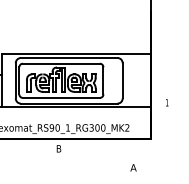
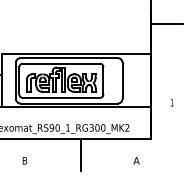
line at (166, 23): none -> present
text at (167, 102) position: (167, 102) -> (172, 102)
text at (58, 148) position: (58, 148) -> (24, 160)
line at (80, 155): none -> present
text at (133, 167) position: (133, 167) -> (136, 160)
